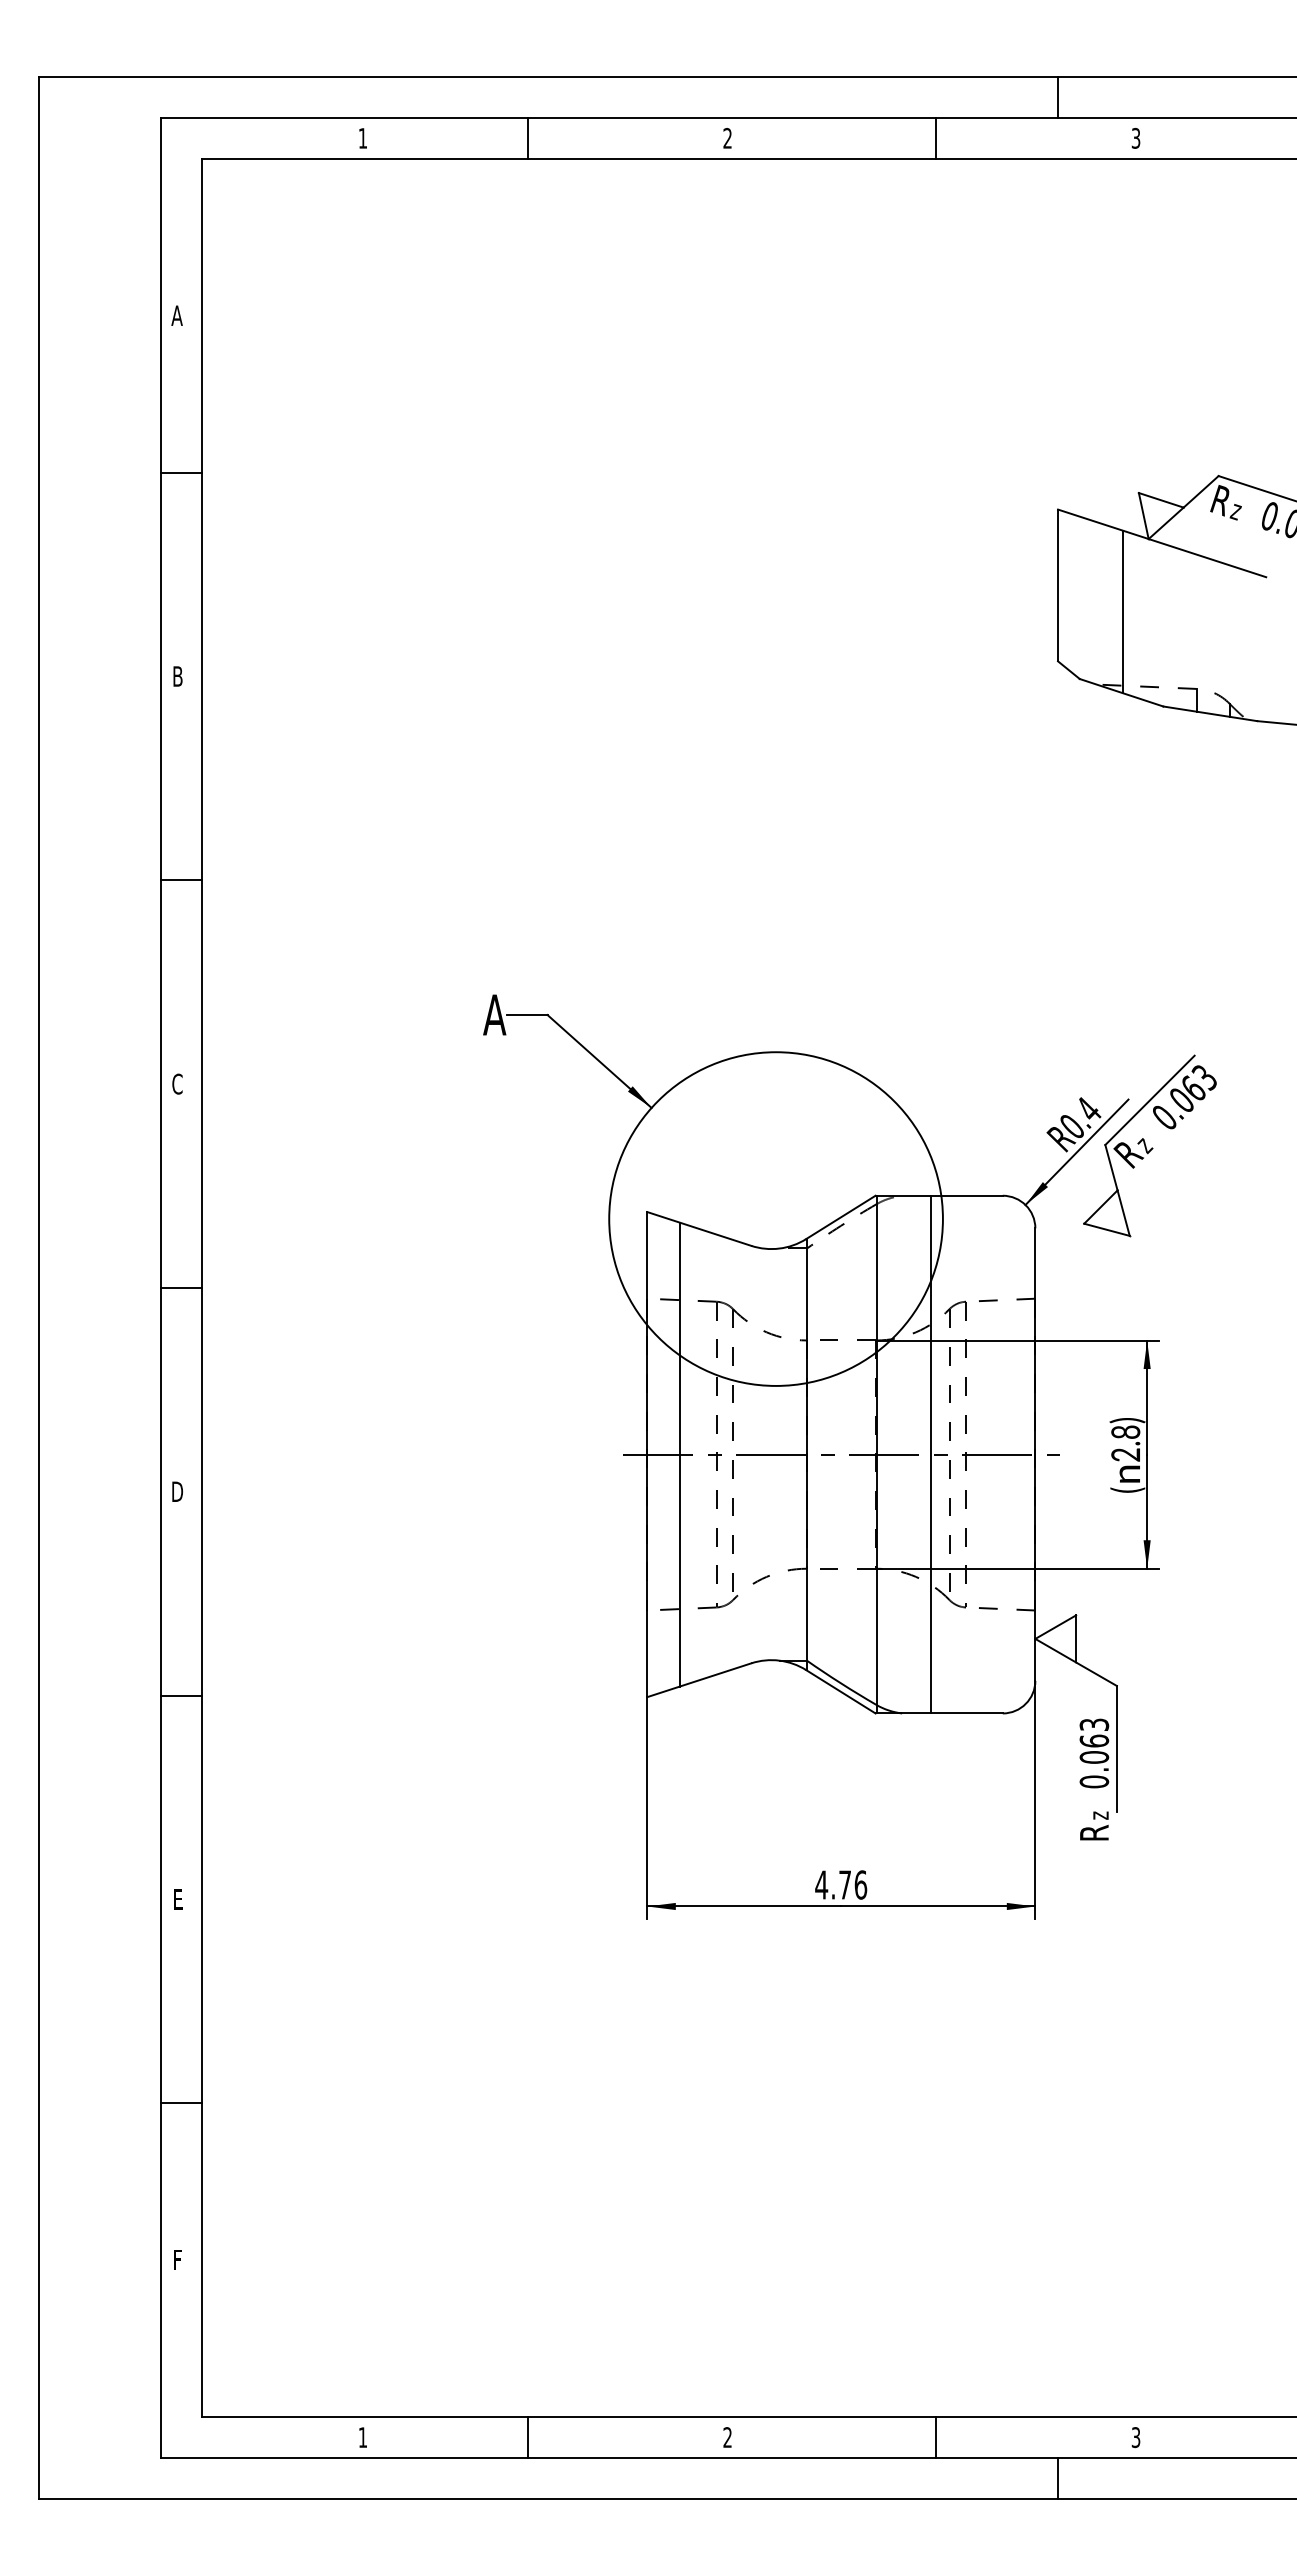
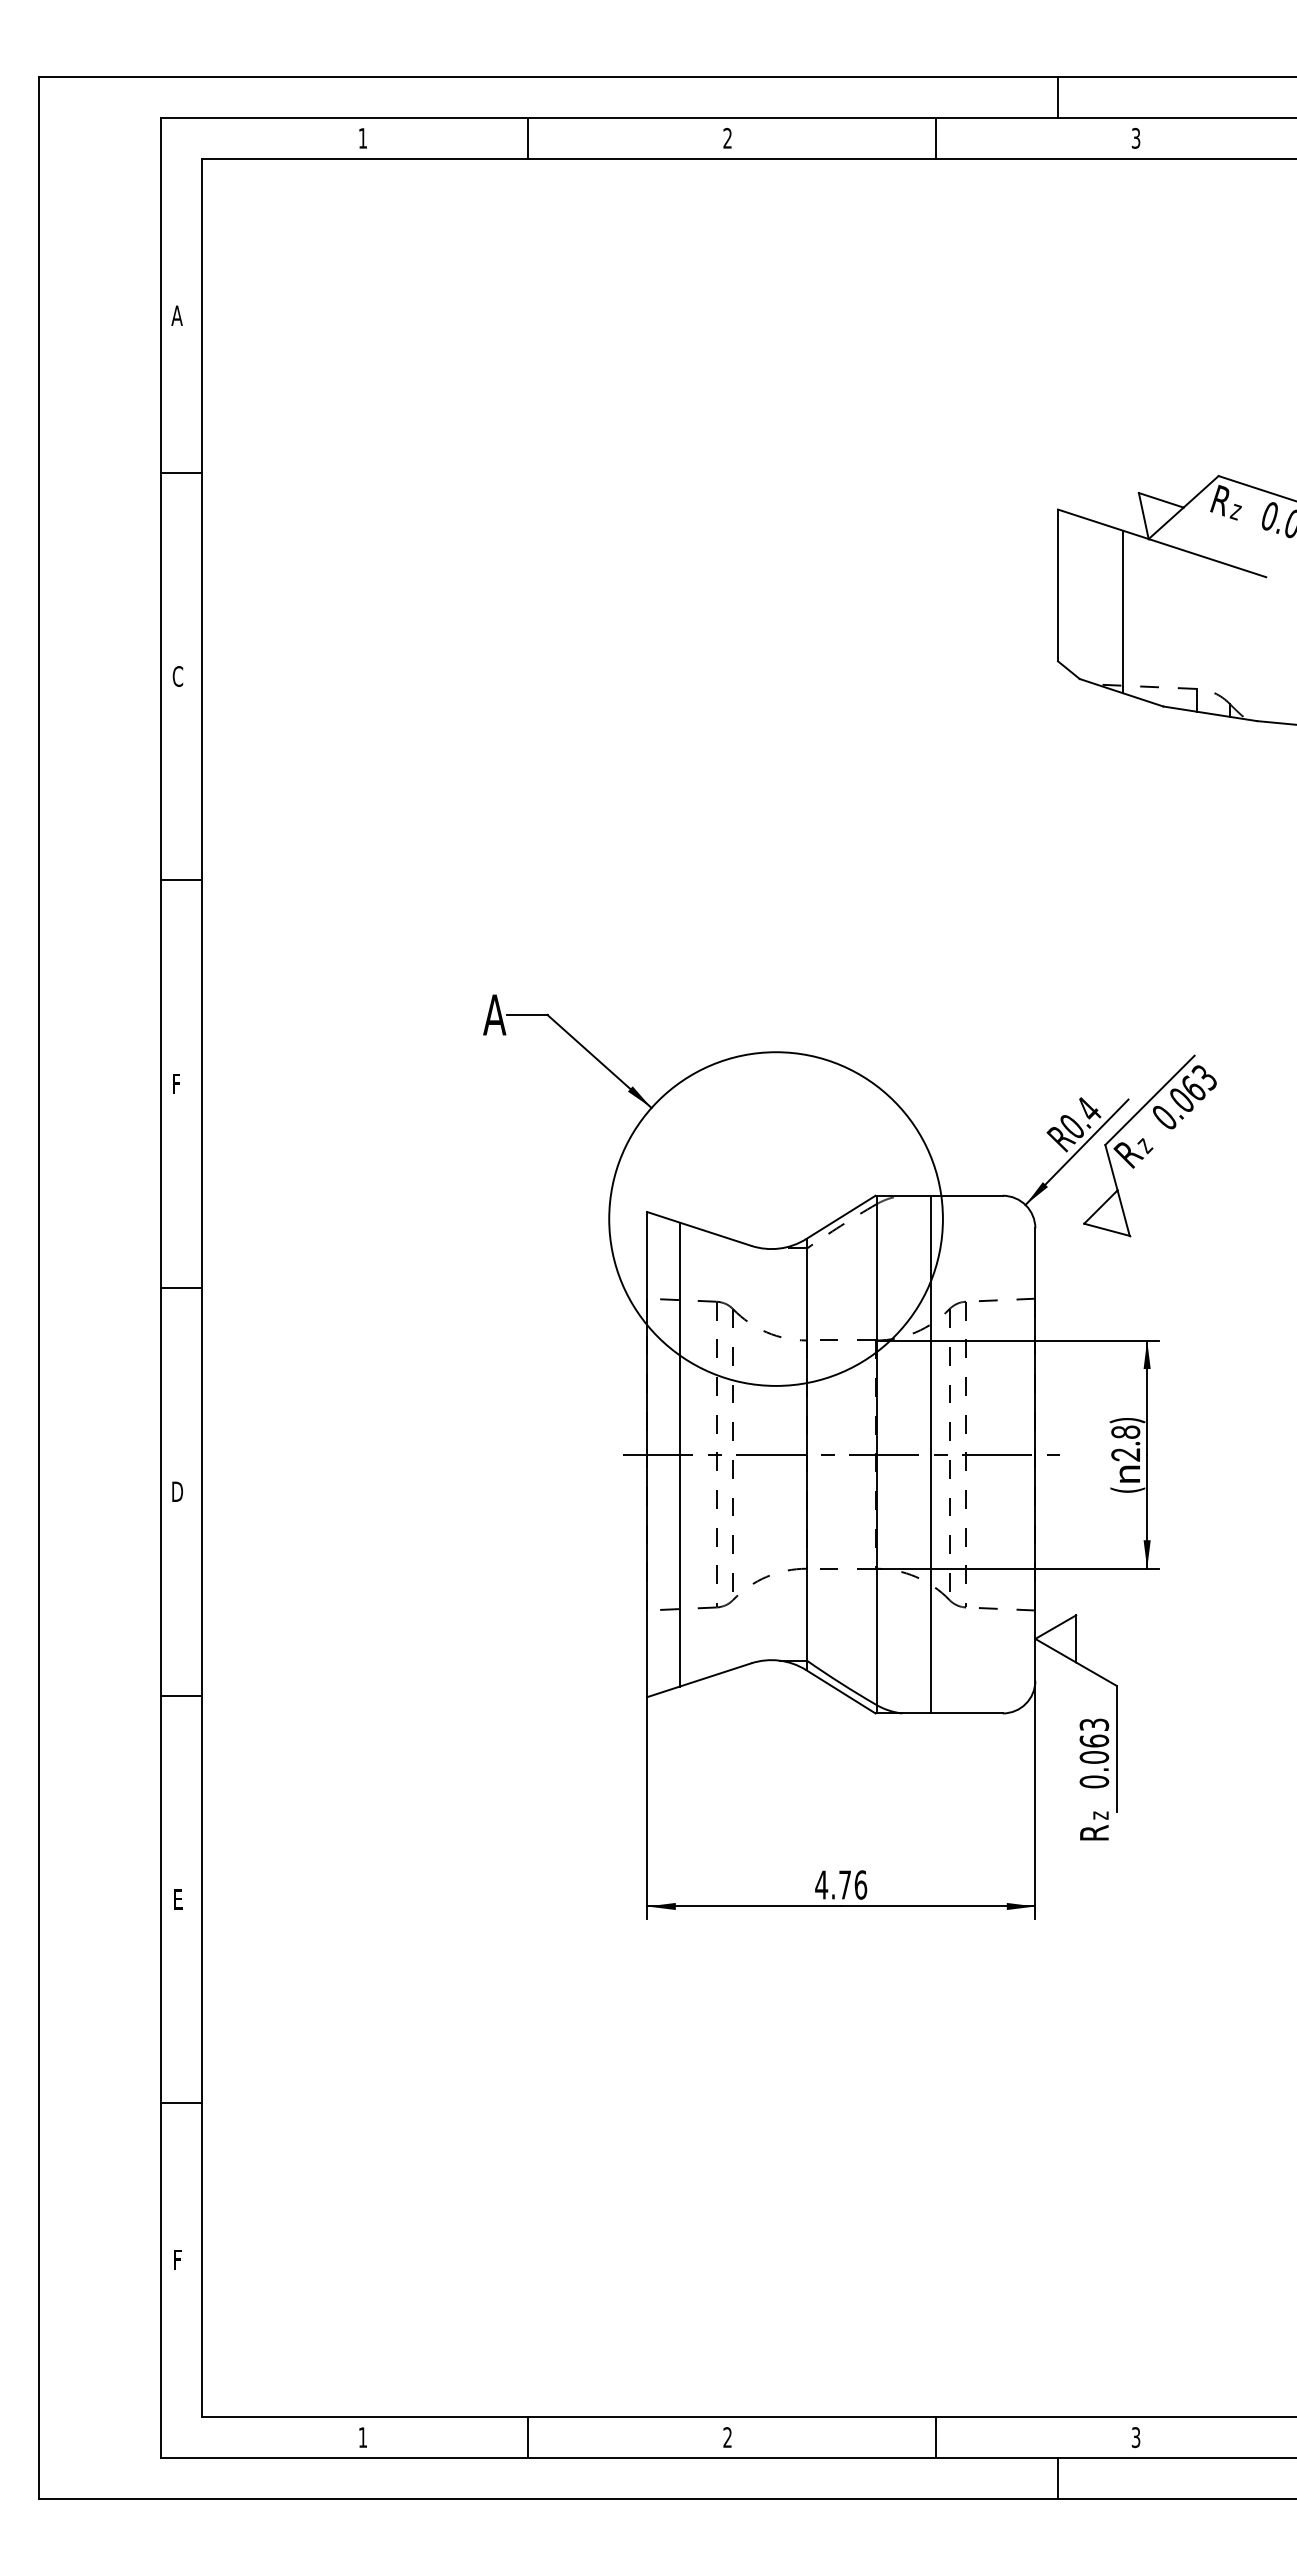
text at (177, 676): B -> C
text at (177, 1083): C -> F
